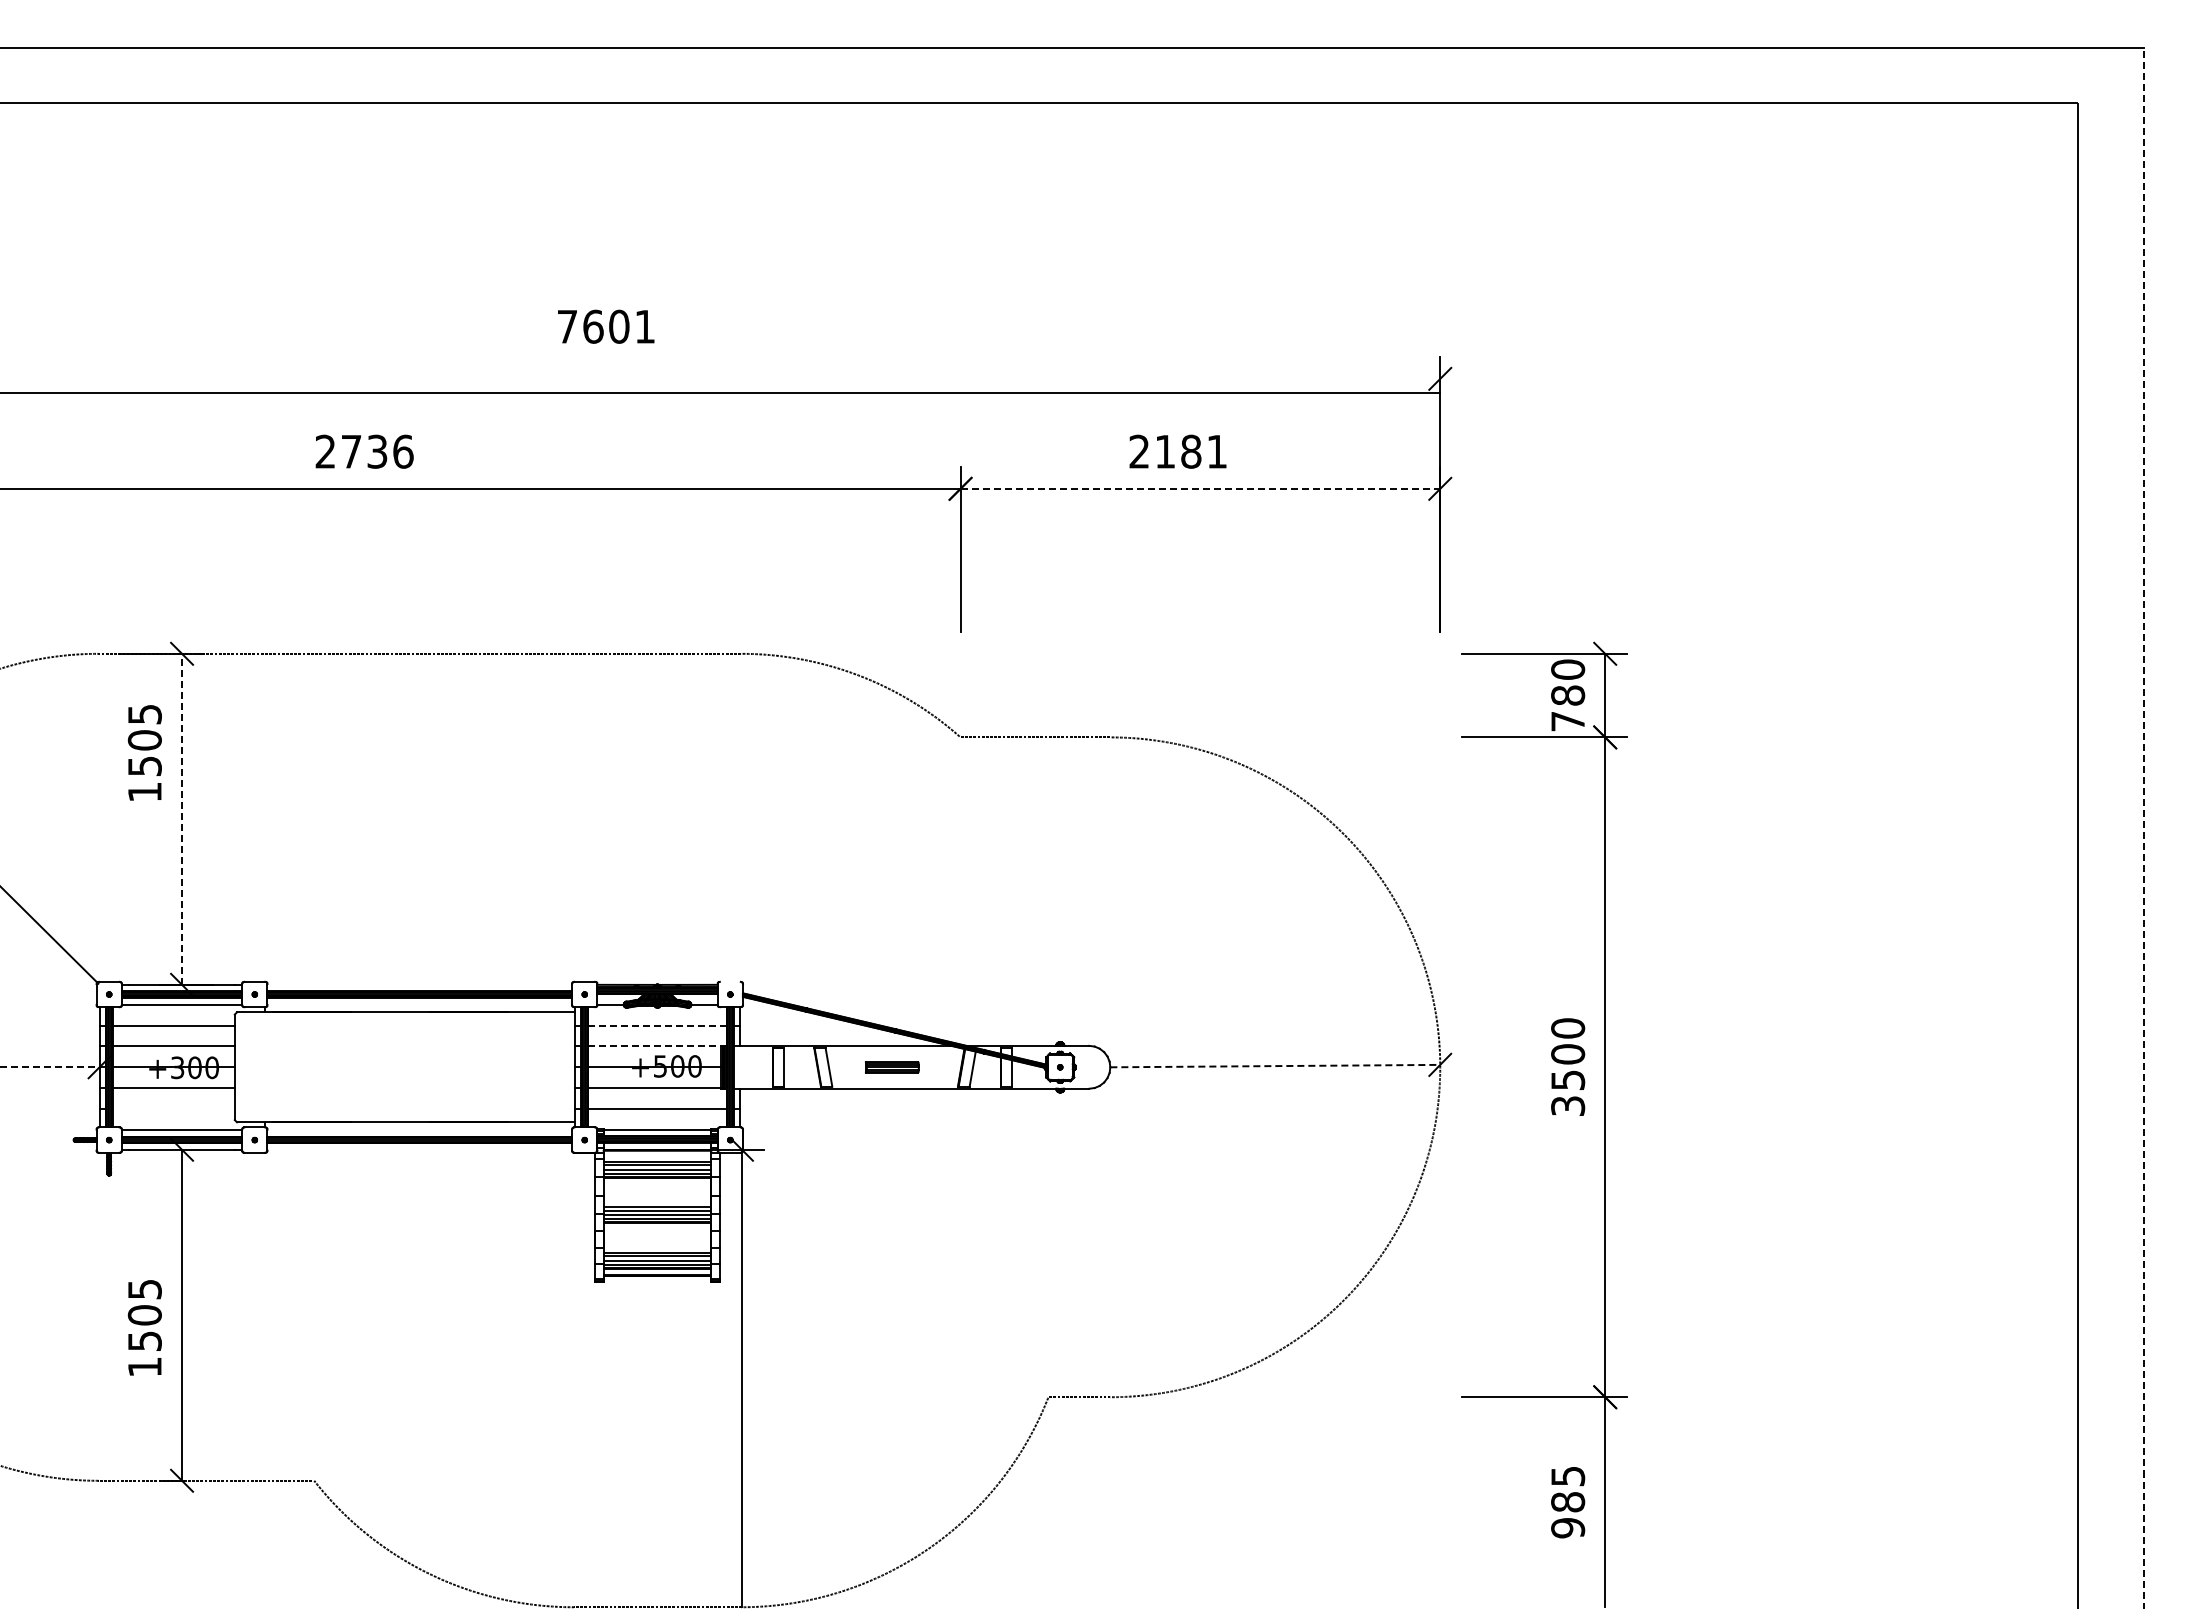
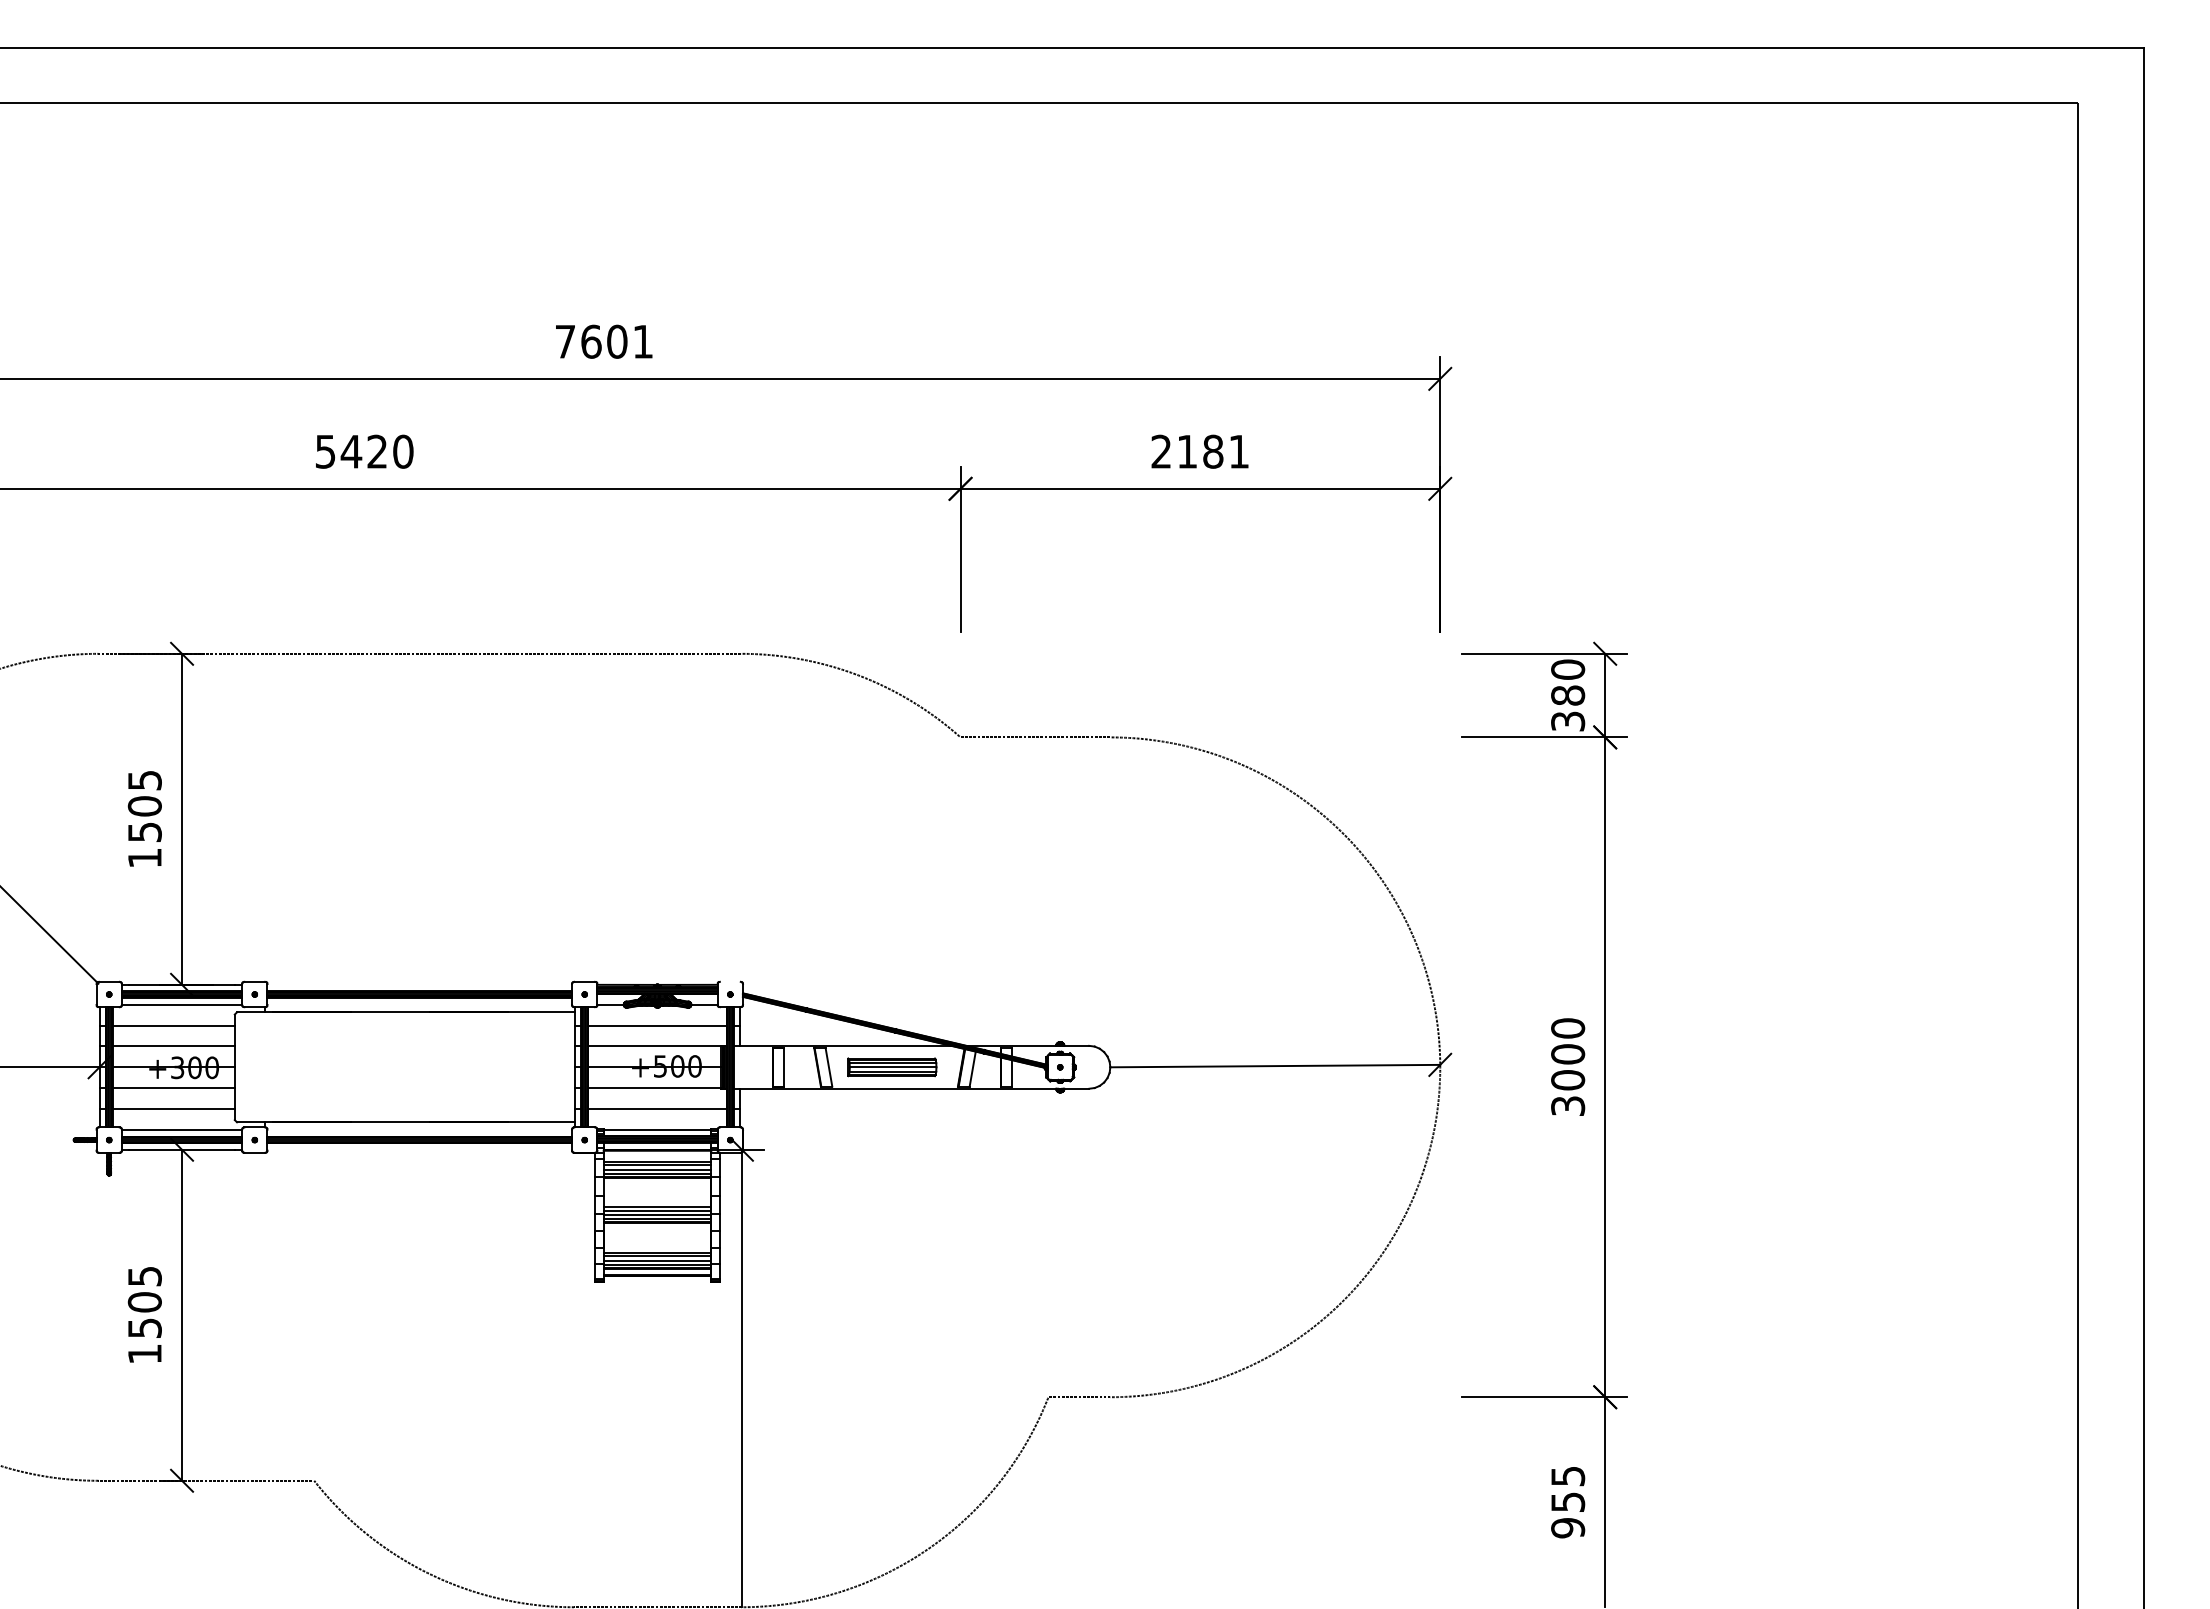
text at (606, 326) position: (606, 326) -> (604, 341)
line at (721, 392) position: (721, 392) -> (721, 378)
text at (364, 451): 2736 -> 5420
text at (1177, 451) position: (1177, 451) -> (1199, 451)
line at (1200, 488): dashed -> solid
text at (1568, 721): 780 -> 380
text at (144, 752) position: (144, 752) -> (144, 818)
line at (182, 819): dashed -> solid
line at (2143, 827): dashed -> solid
line at (658, 1025): dashed -> solid
line at (654, 1046): dashed -> solid
line at (1275, 1066): dashed -> solid
line at (50, 1067): dashed -> solid
part at (892, 1067) size: 55x13 px -> 91x21 px
text at (1568, 1080): 3500 -> 3000
line at (173, 1109): none -> present
text at (144, 1327) position: (144, 1327) -> (144, 1314)
text at (1568, 1502): 985 -> 955
